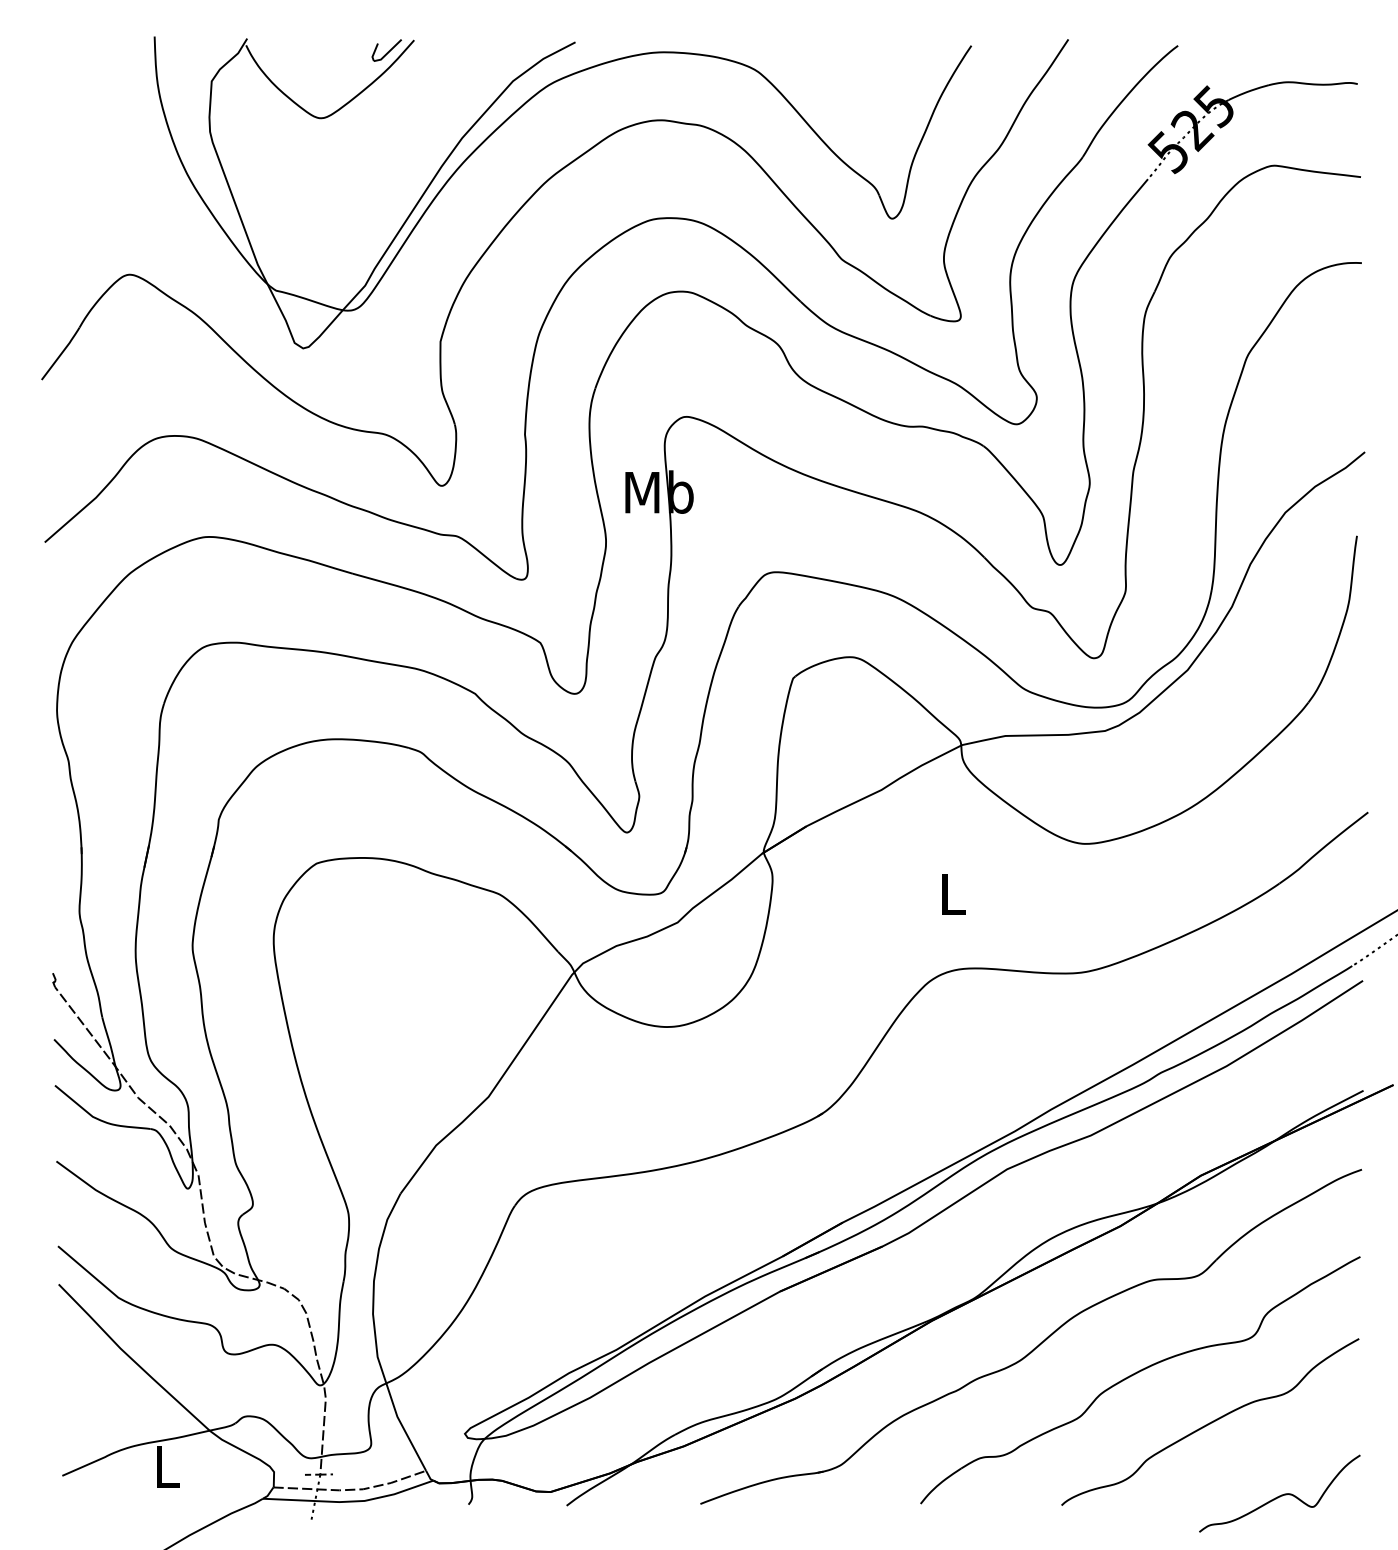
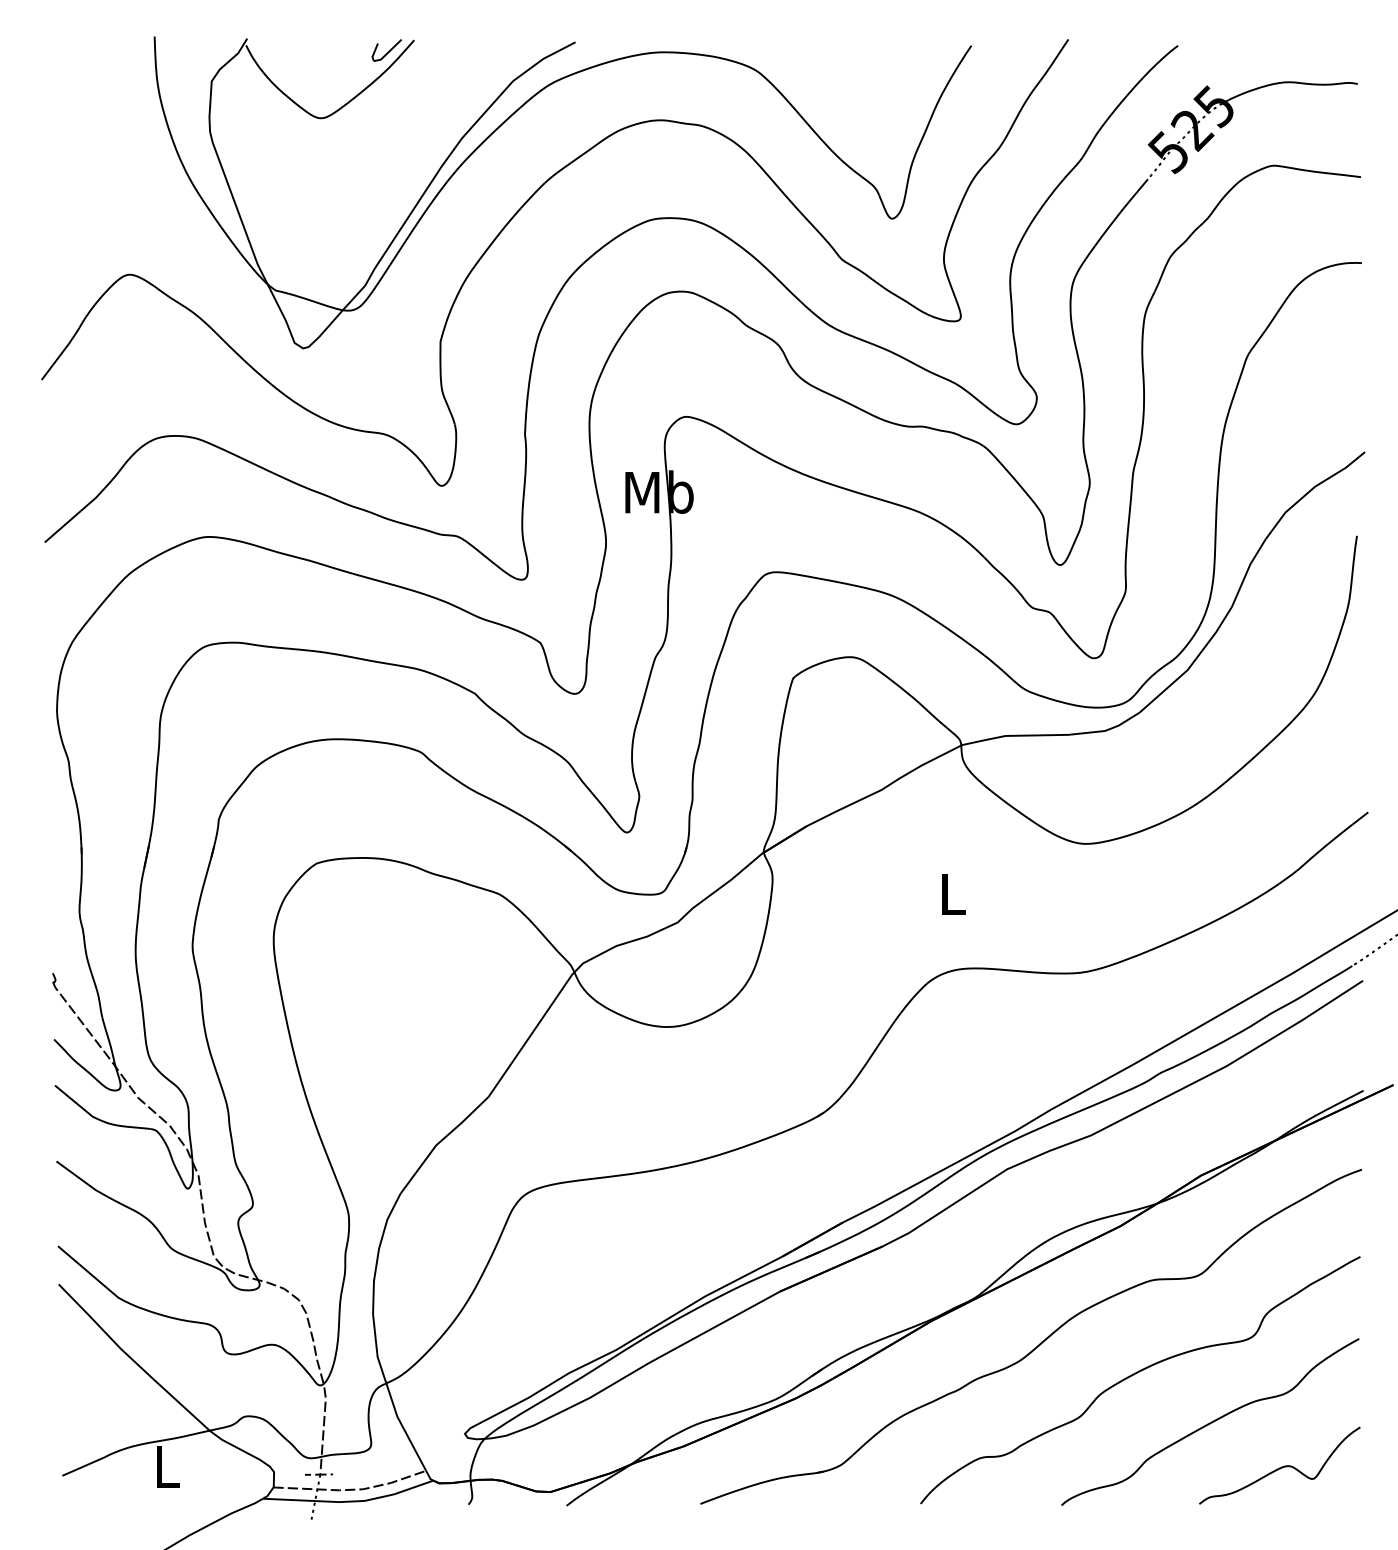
curve at (1279, 1495) position: (1279, 1495) -> (1279, 1467)
